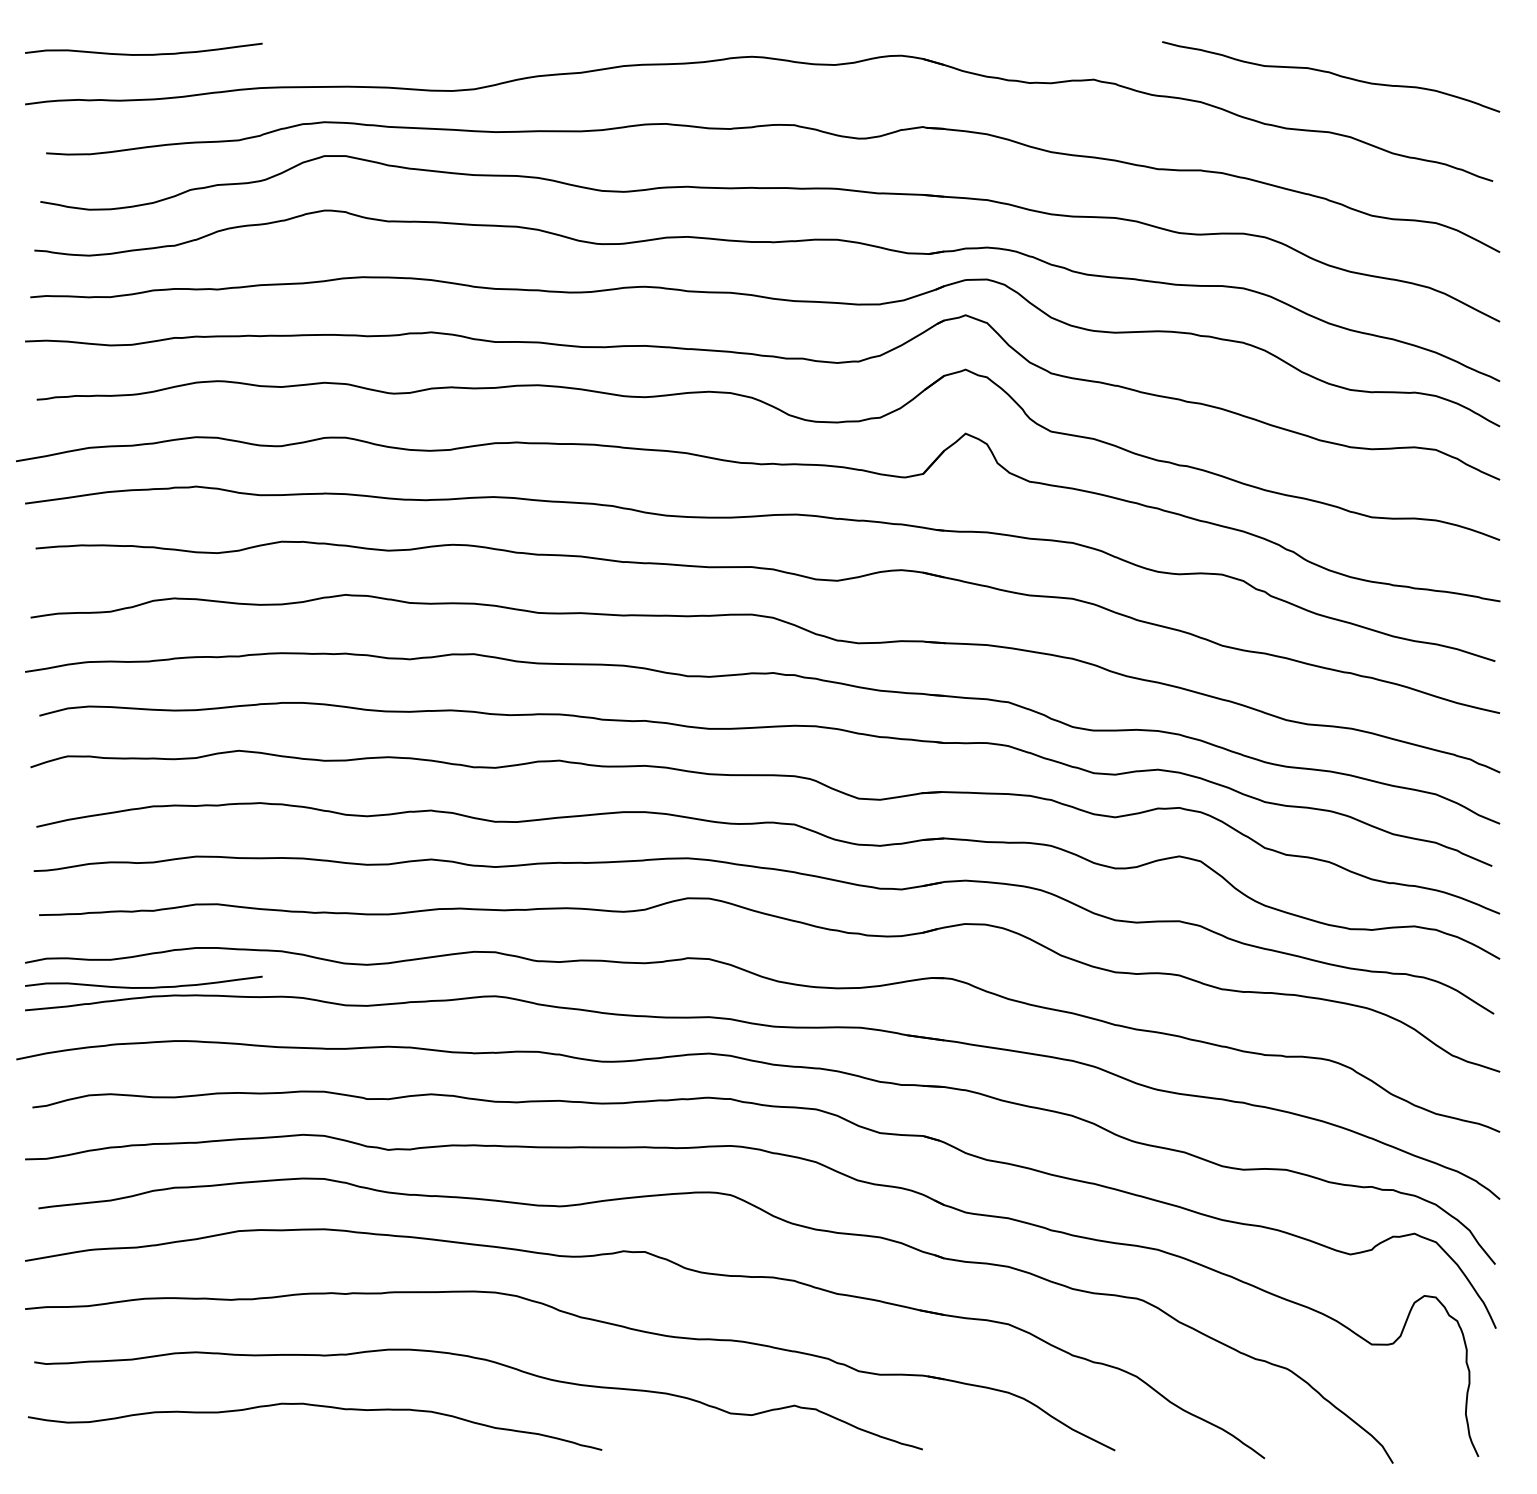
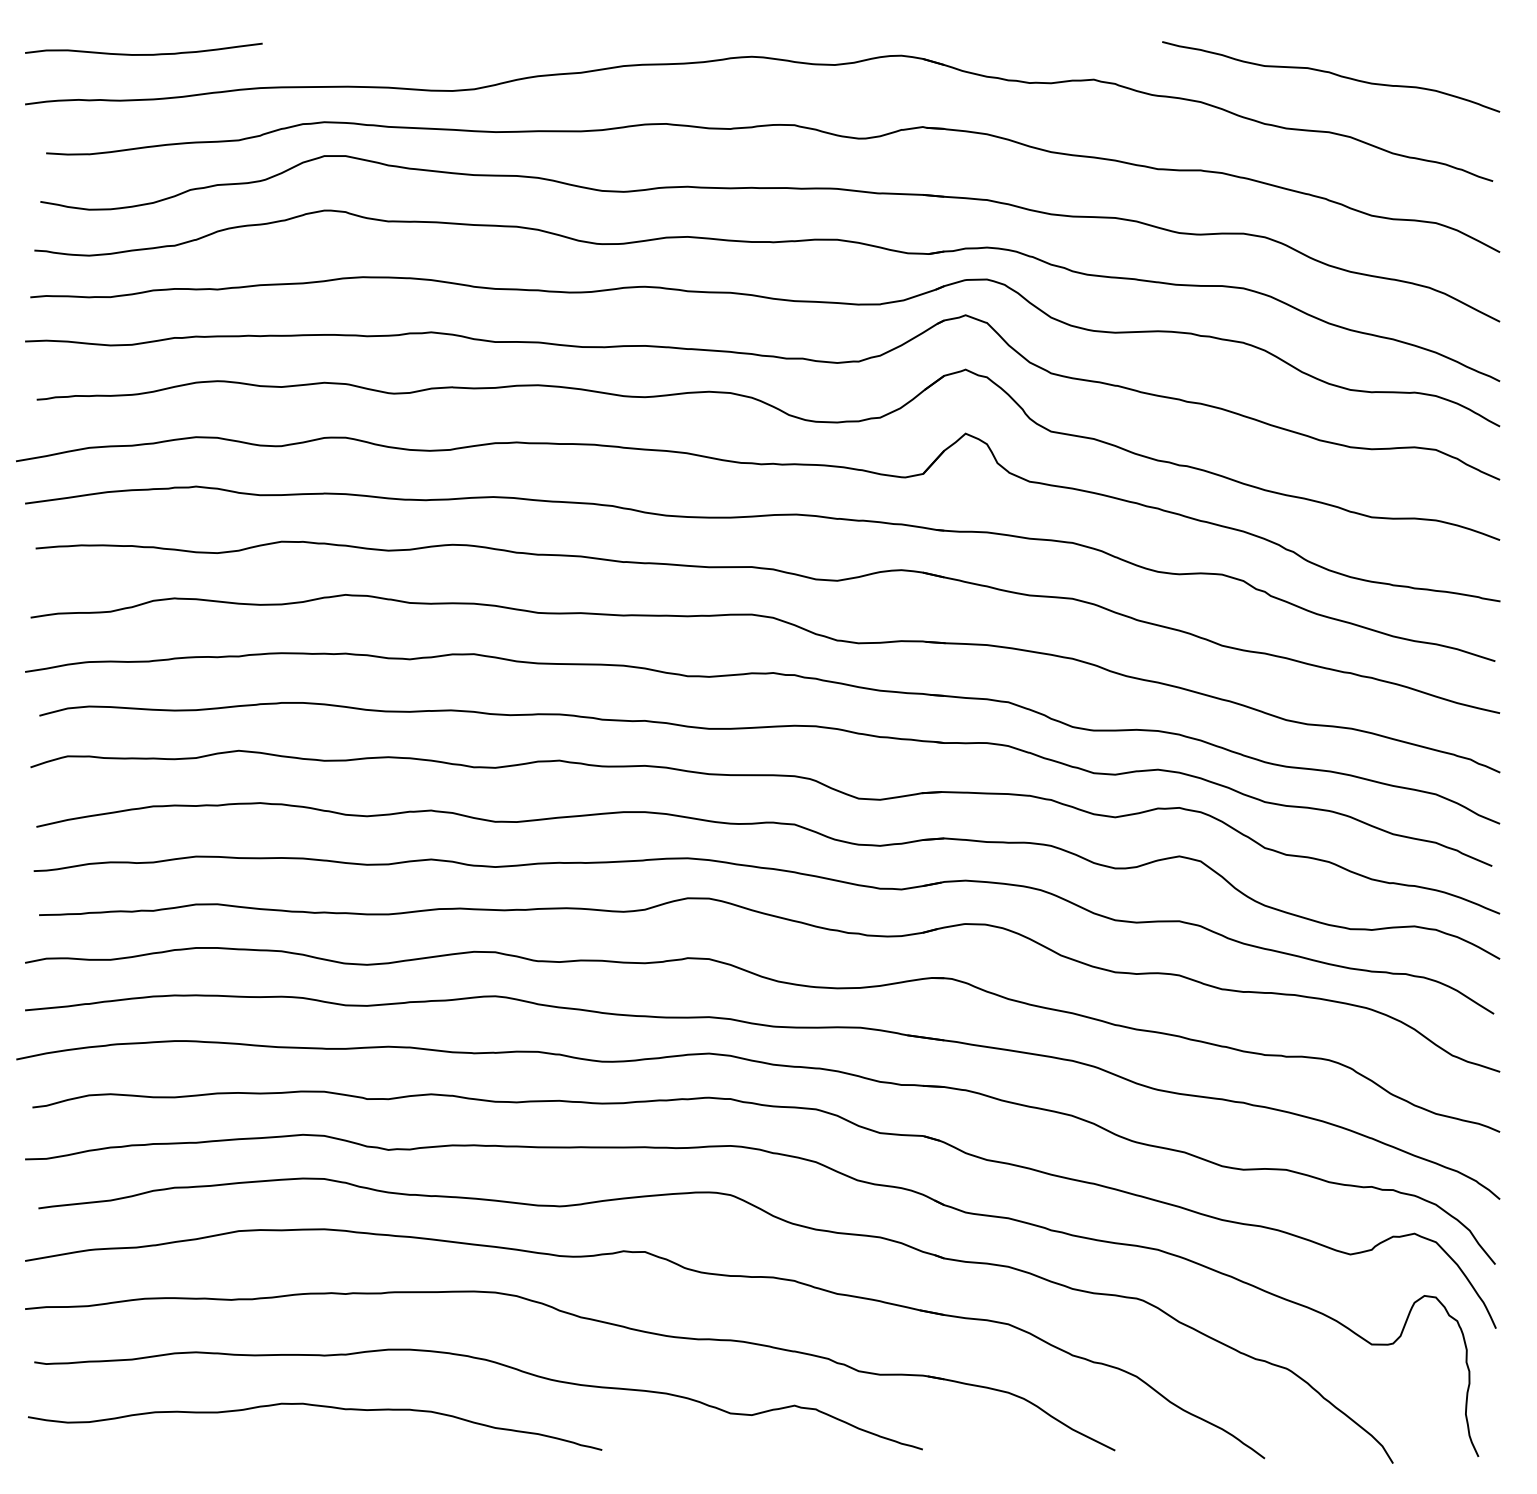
curve at (143, 987): present -> none
